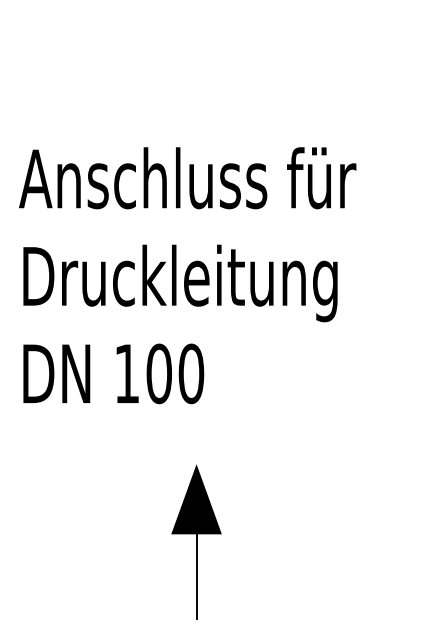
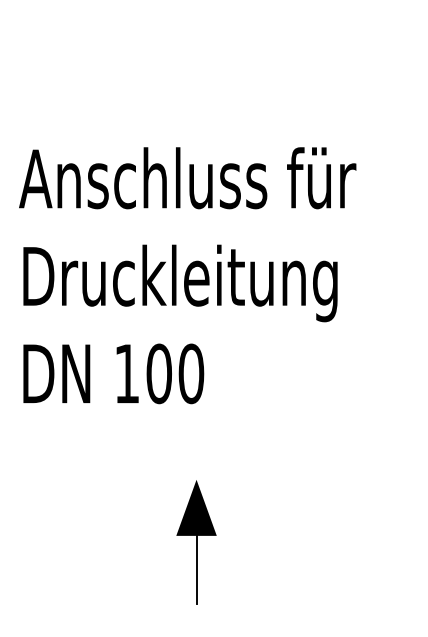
part at (196, 541) size: 51x156 px -> 41x125 px
